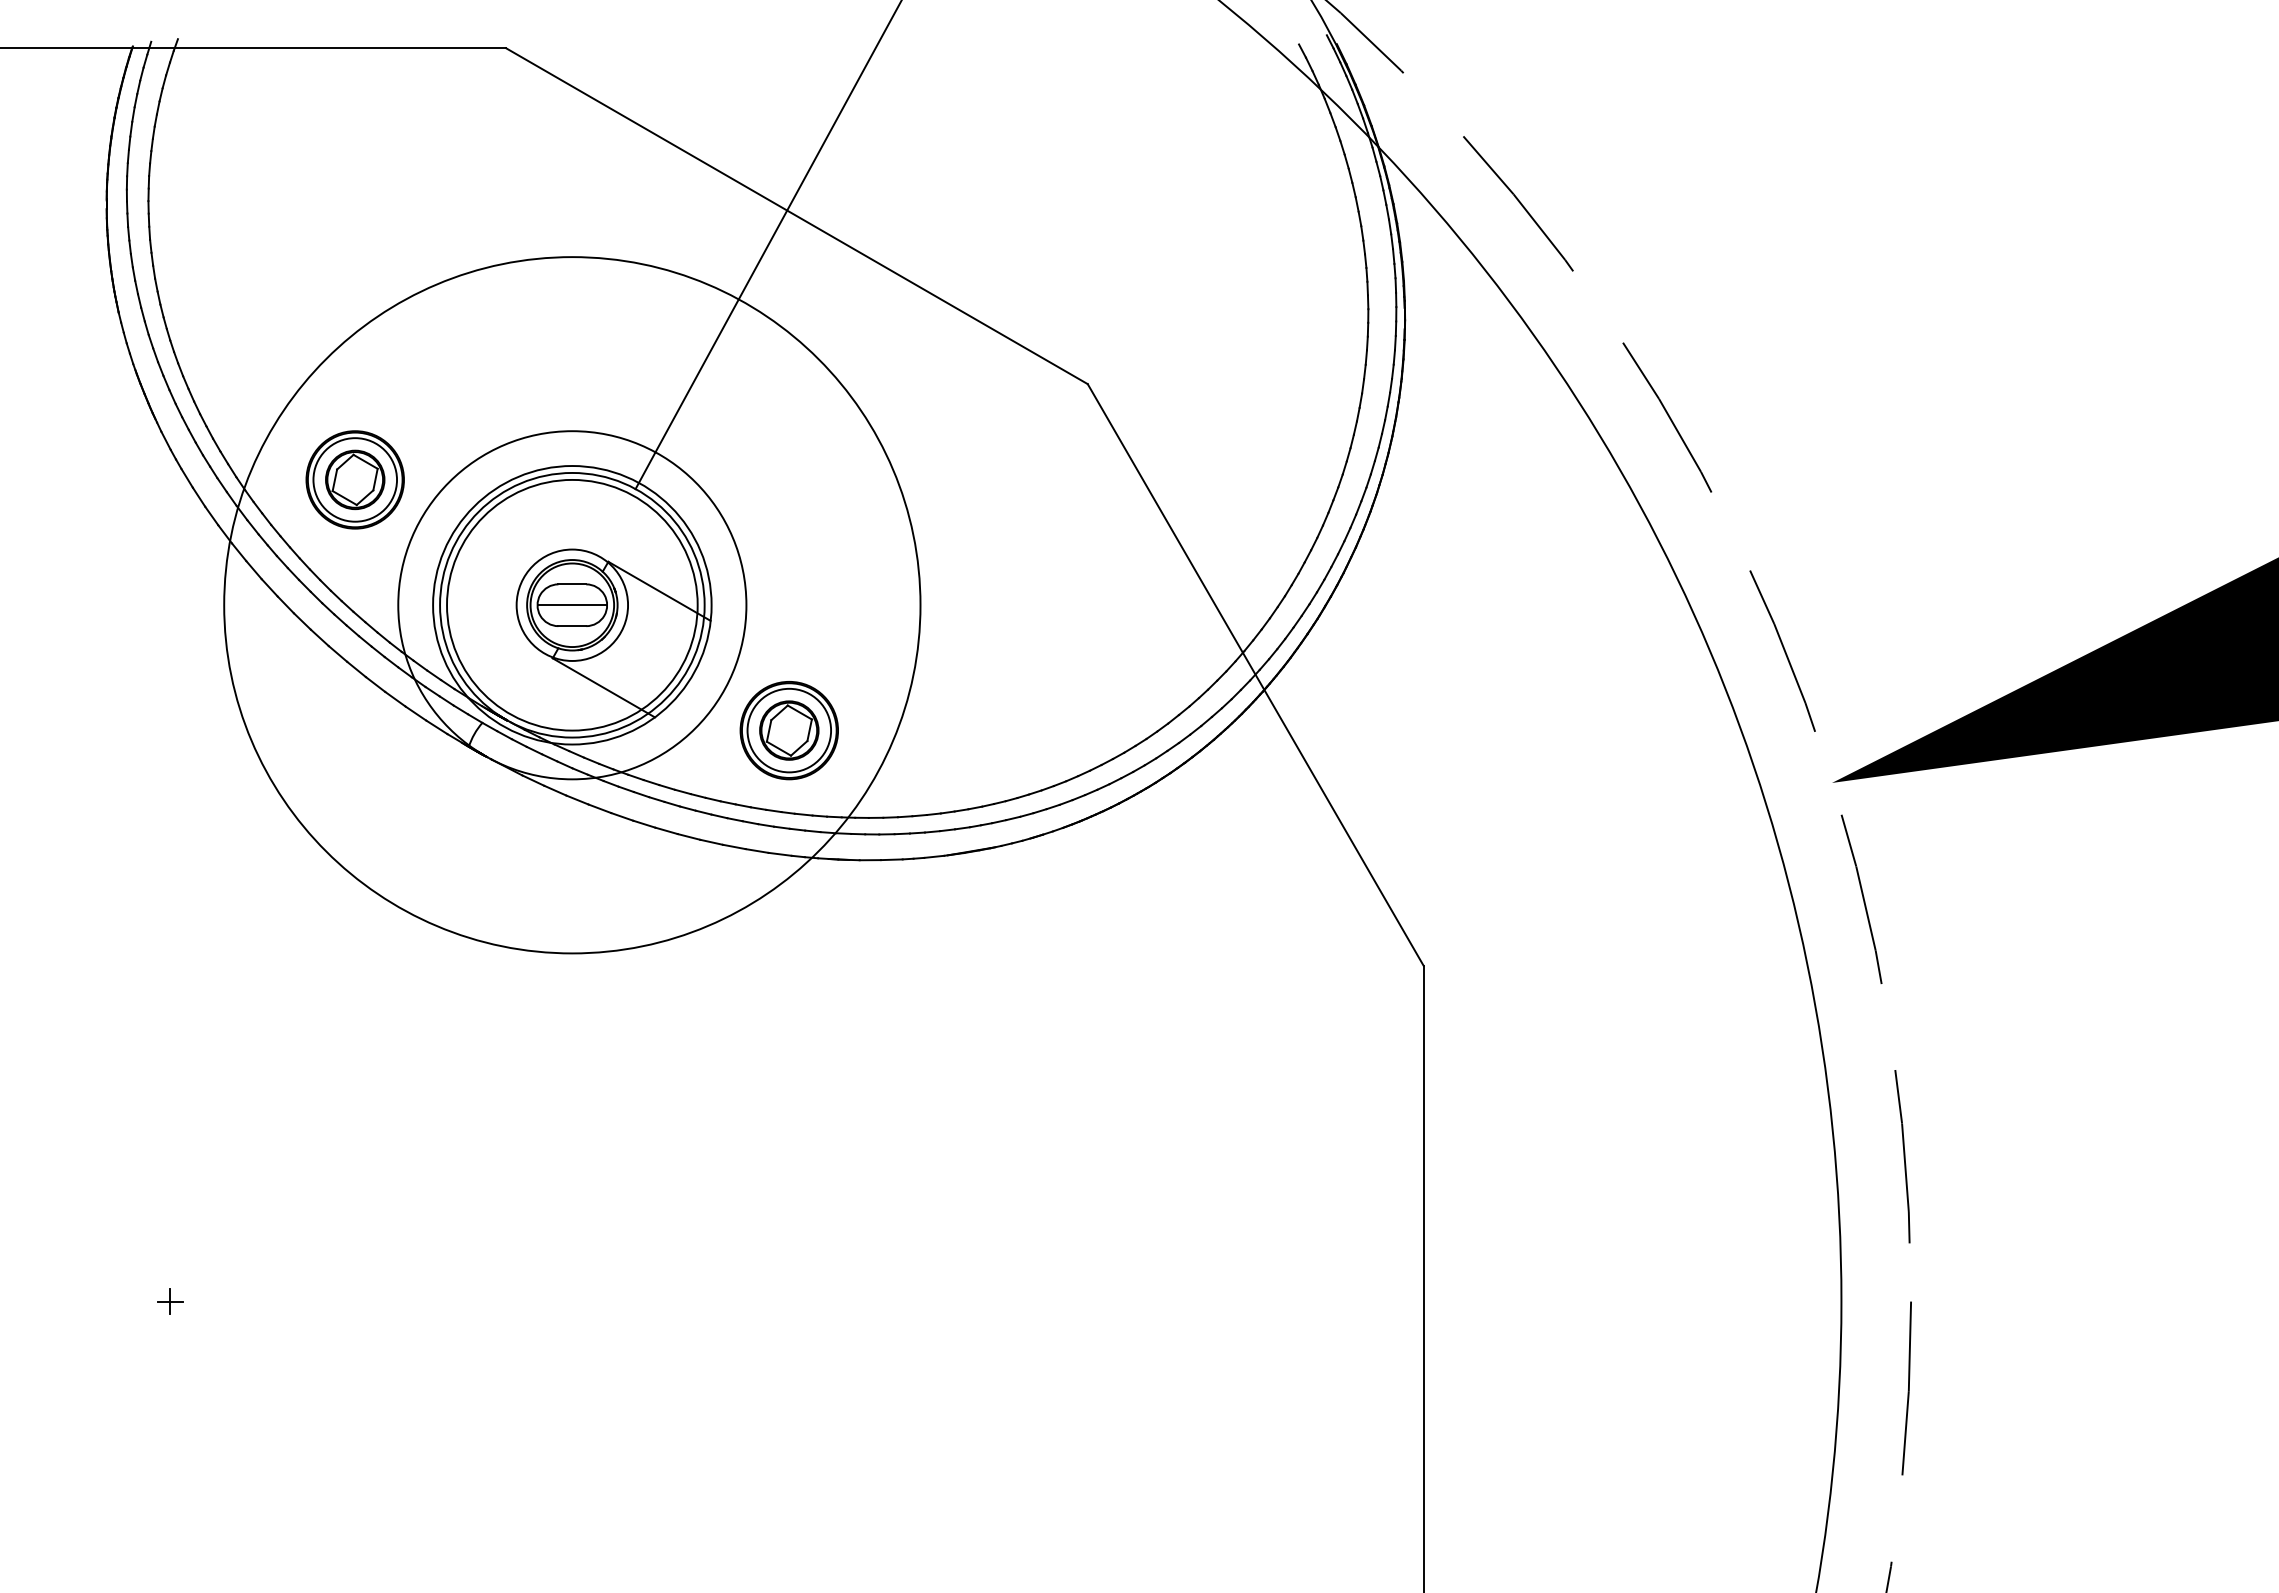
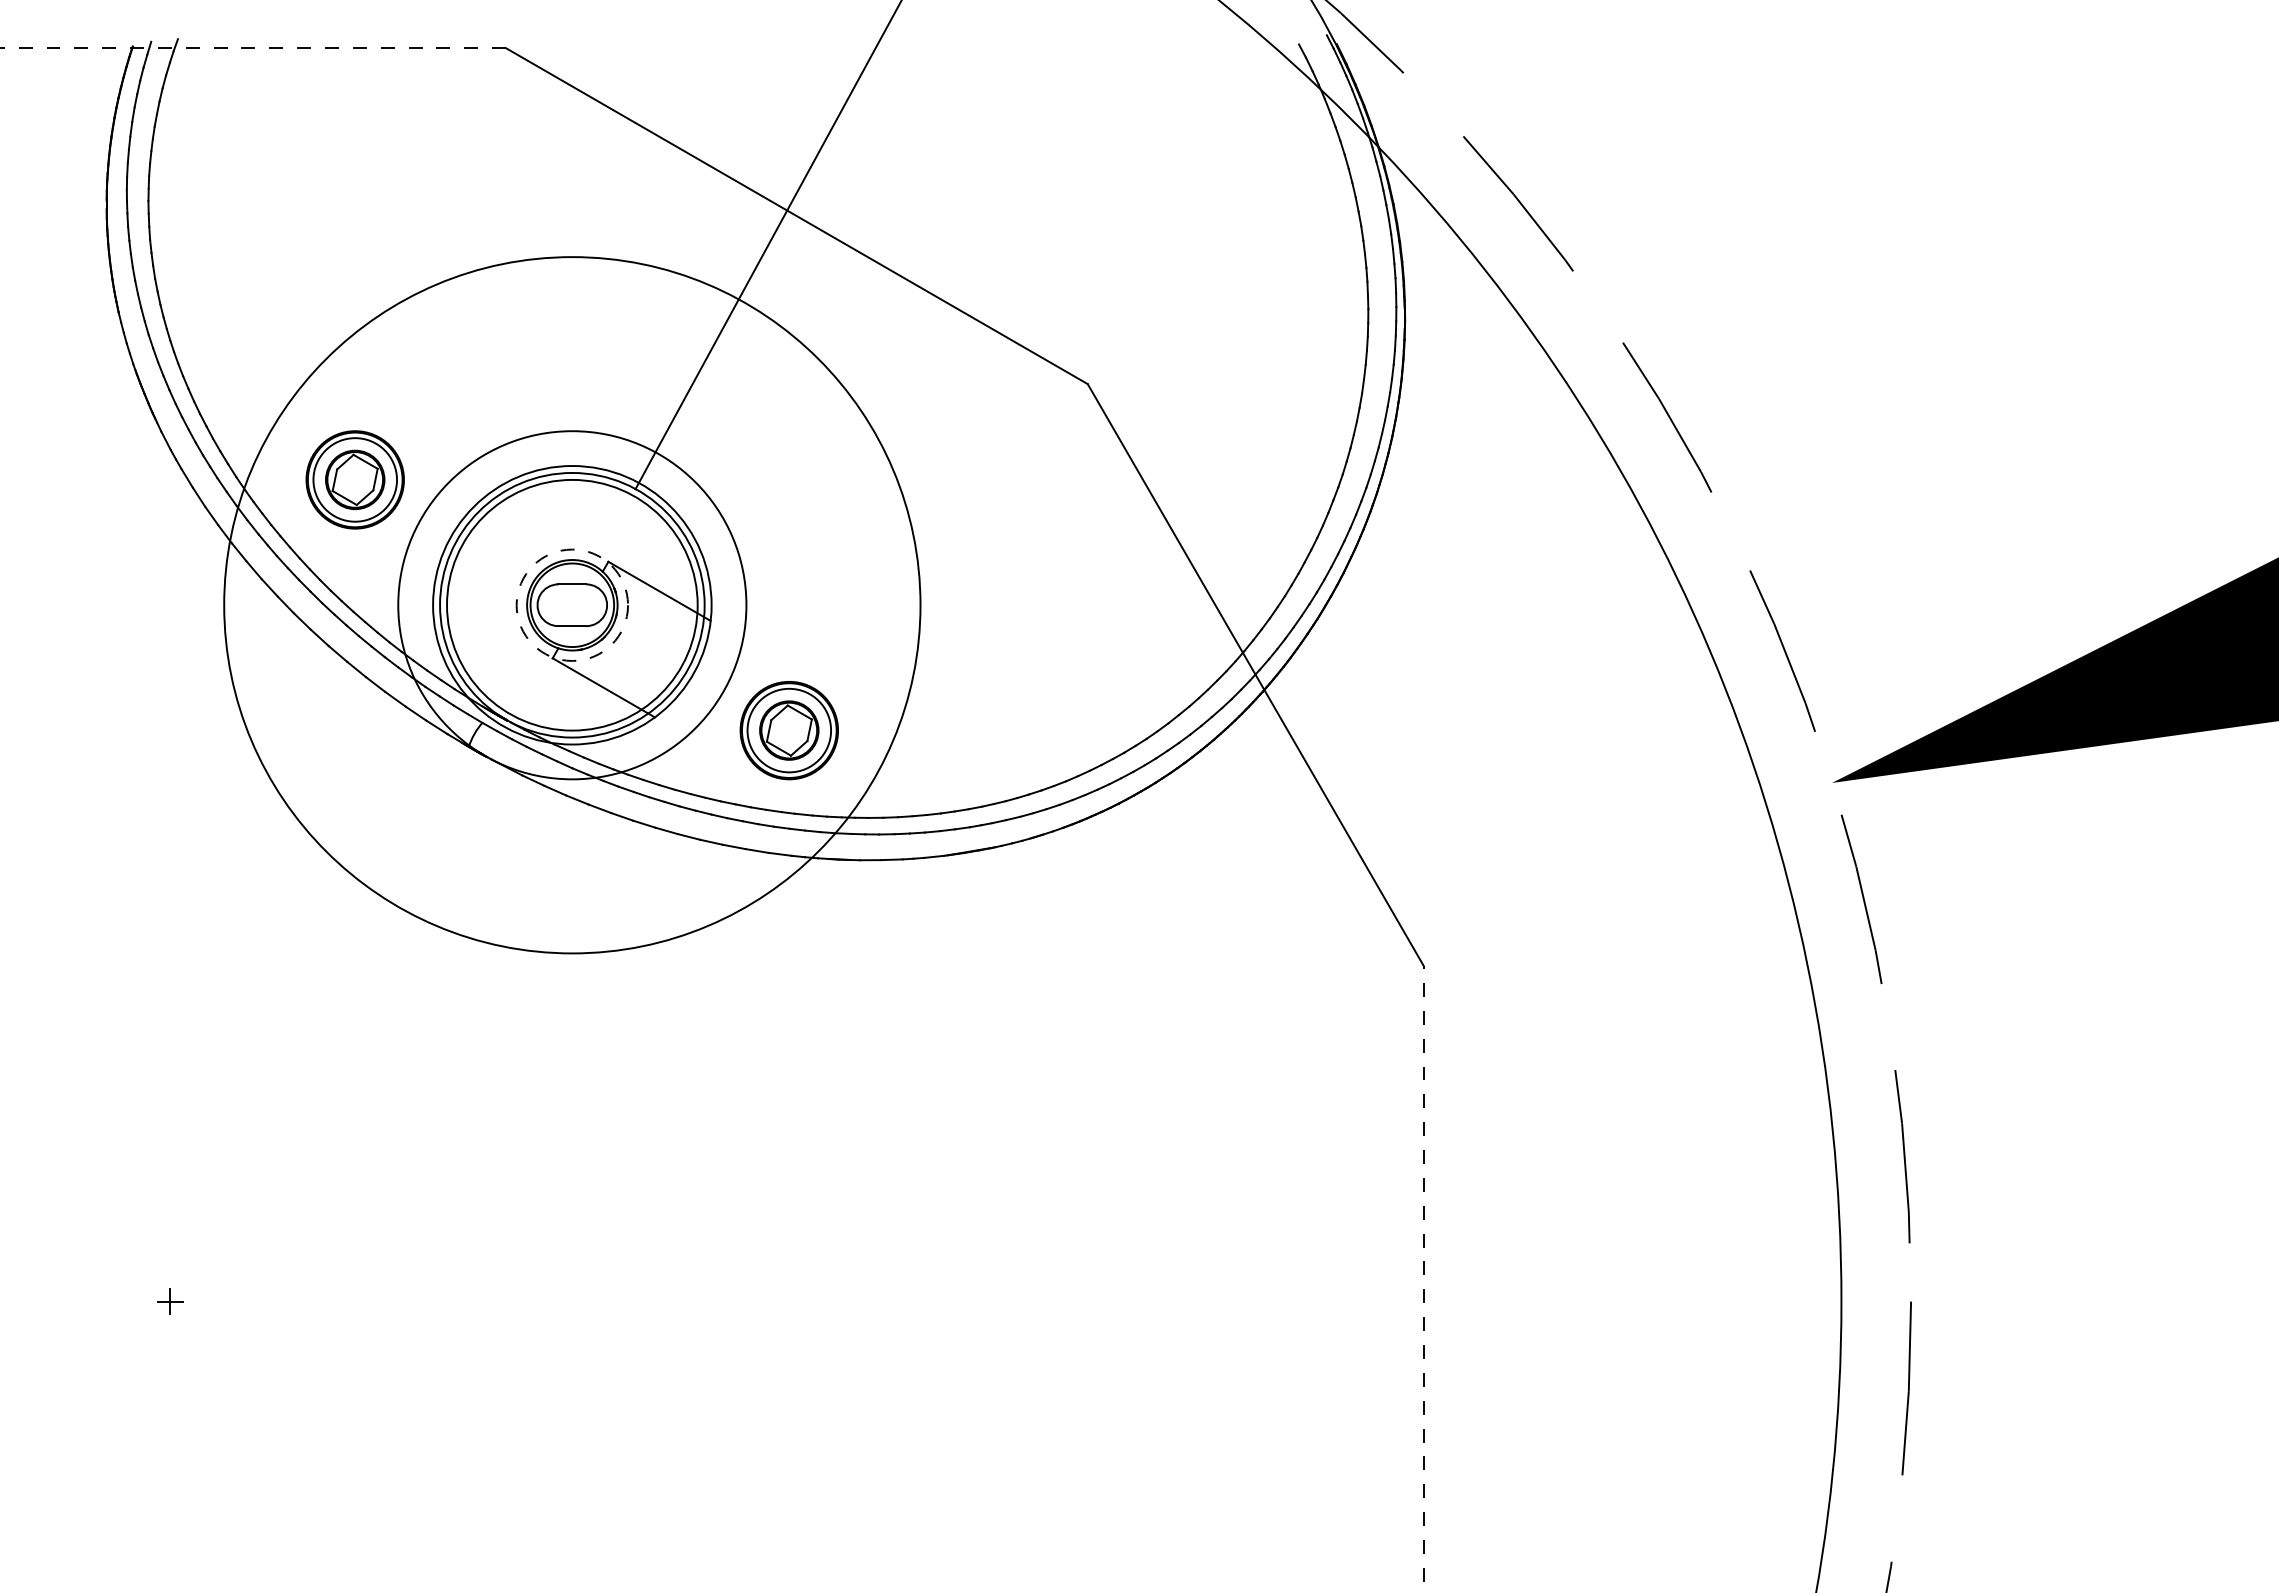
line at (253, 48): solid -> dashed
circle at (572, 604): solid -> dashed
line at (572, 605): present -> none
line at (1423, 1278): solid -> dashed
